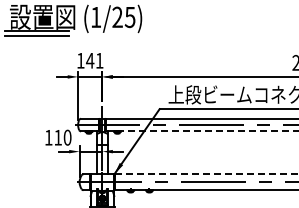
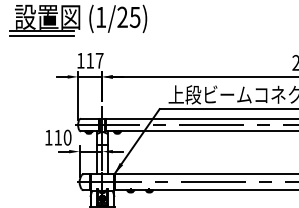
part at (73, 20) position: (73, 20) -> (78, 20)
text at (94, 60): 141 -> 117
line at (202, 131): dashed -> solid
line at (207, 174): dashed -> solid
